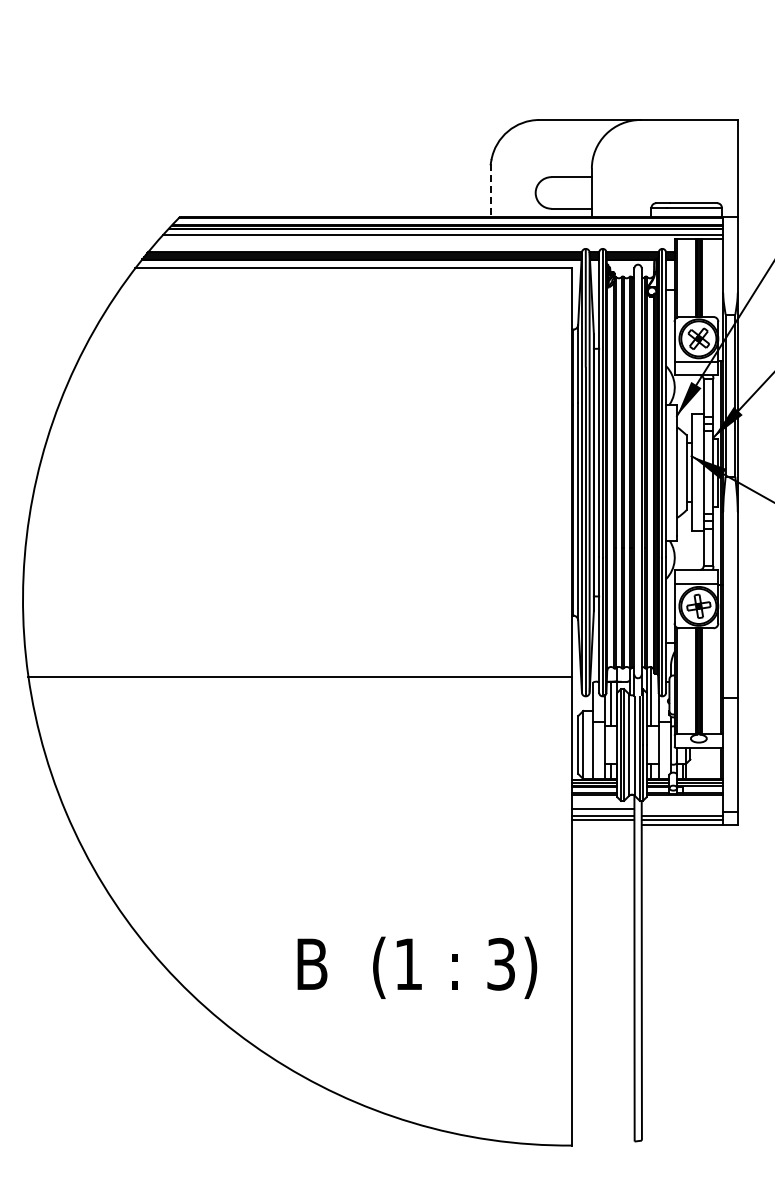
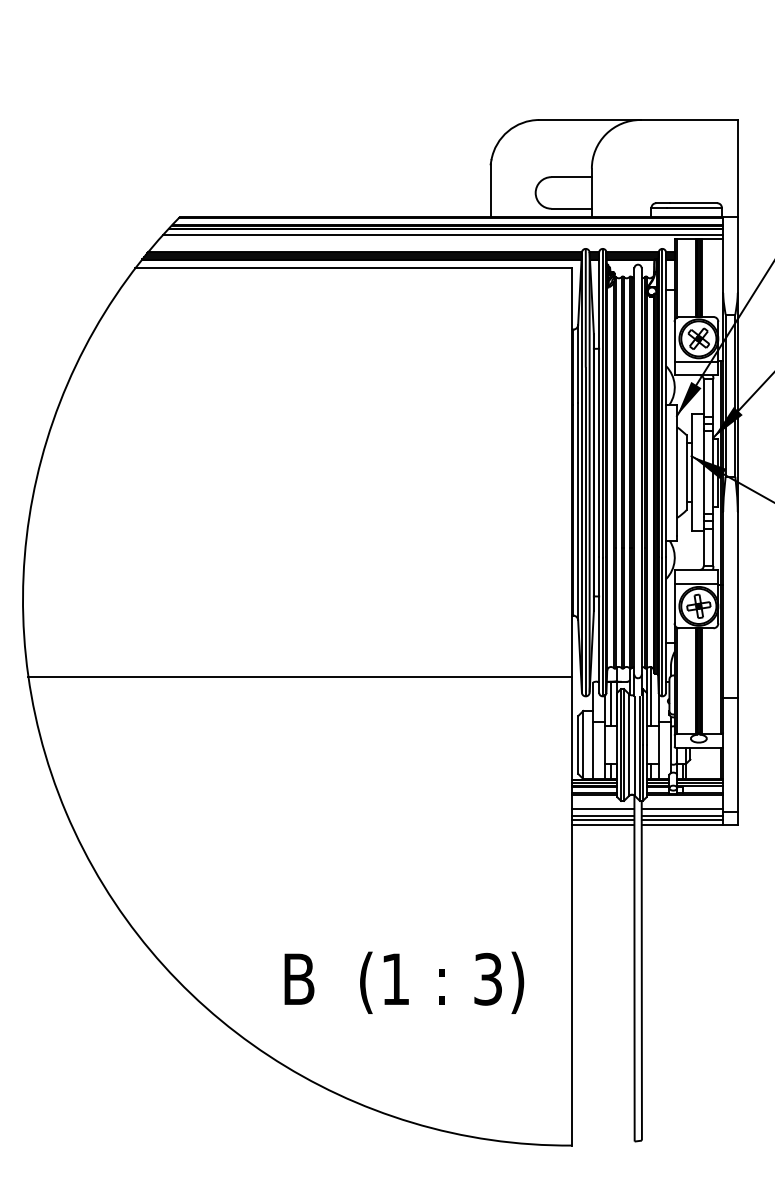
line at (490, 191): dashed -> solid
line at (682, 808): none -> present
line at (603, 825): none -> present
text at (417, 967) position: (417, 967) -> (404, 982)
